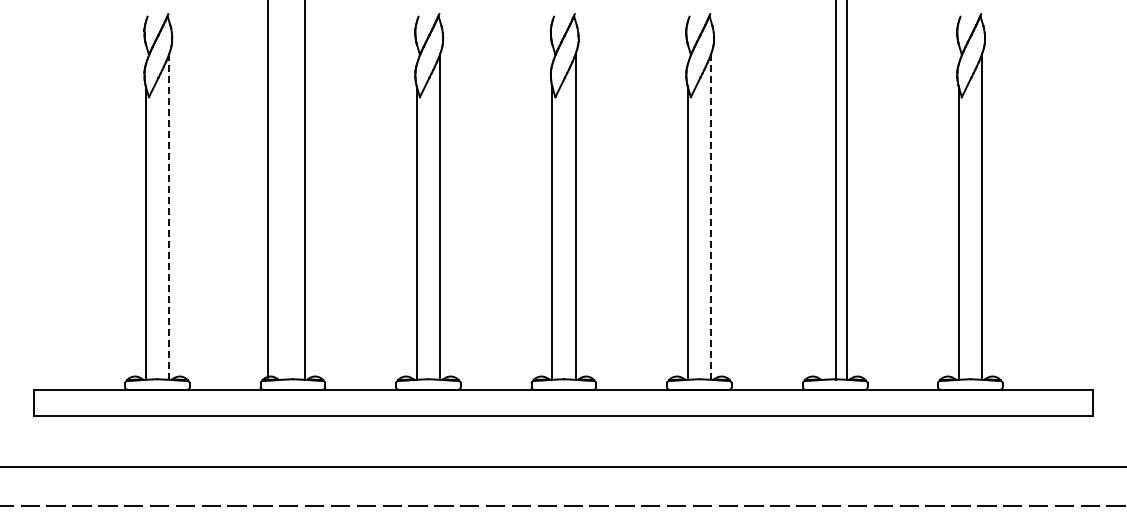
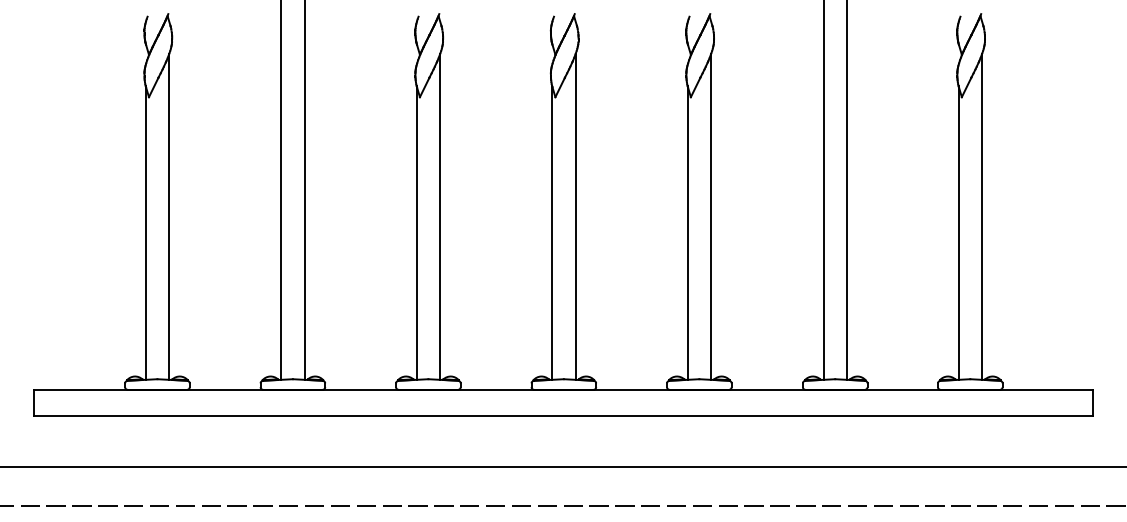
line at (268, 190) position: (268, 190) -> (281, 190)
line at (835, 190) position: (835, 190) -> (823, 190)
line at (169, 217): dashed -> solid
line at (710, 217): dashed -> solid
